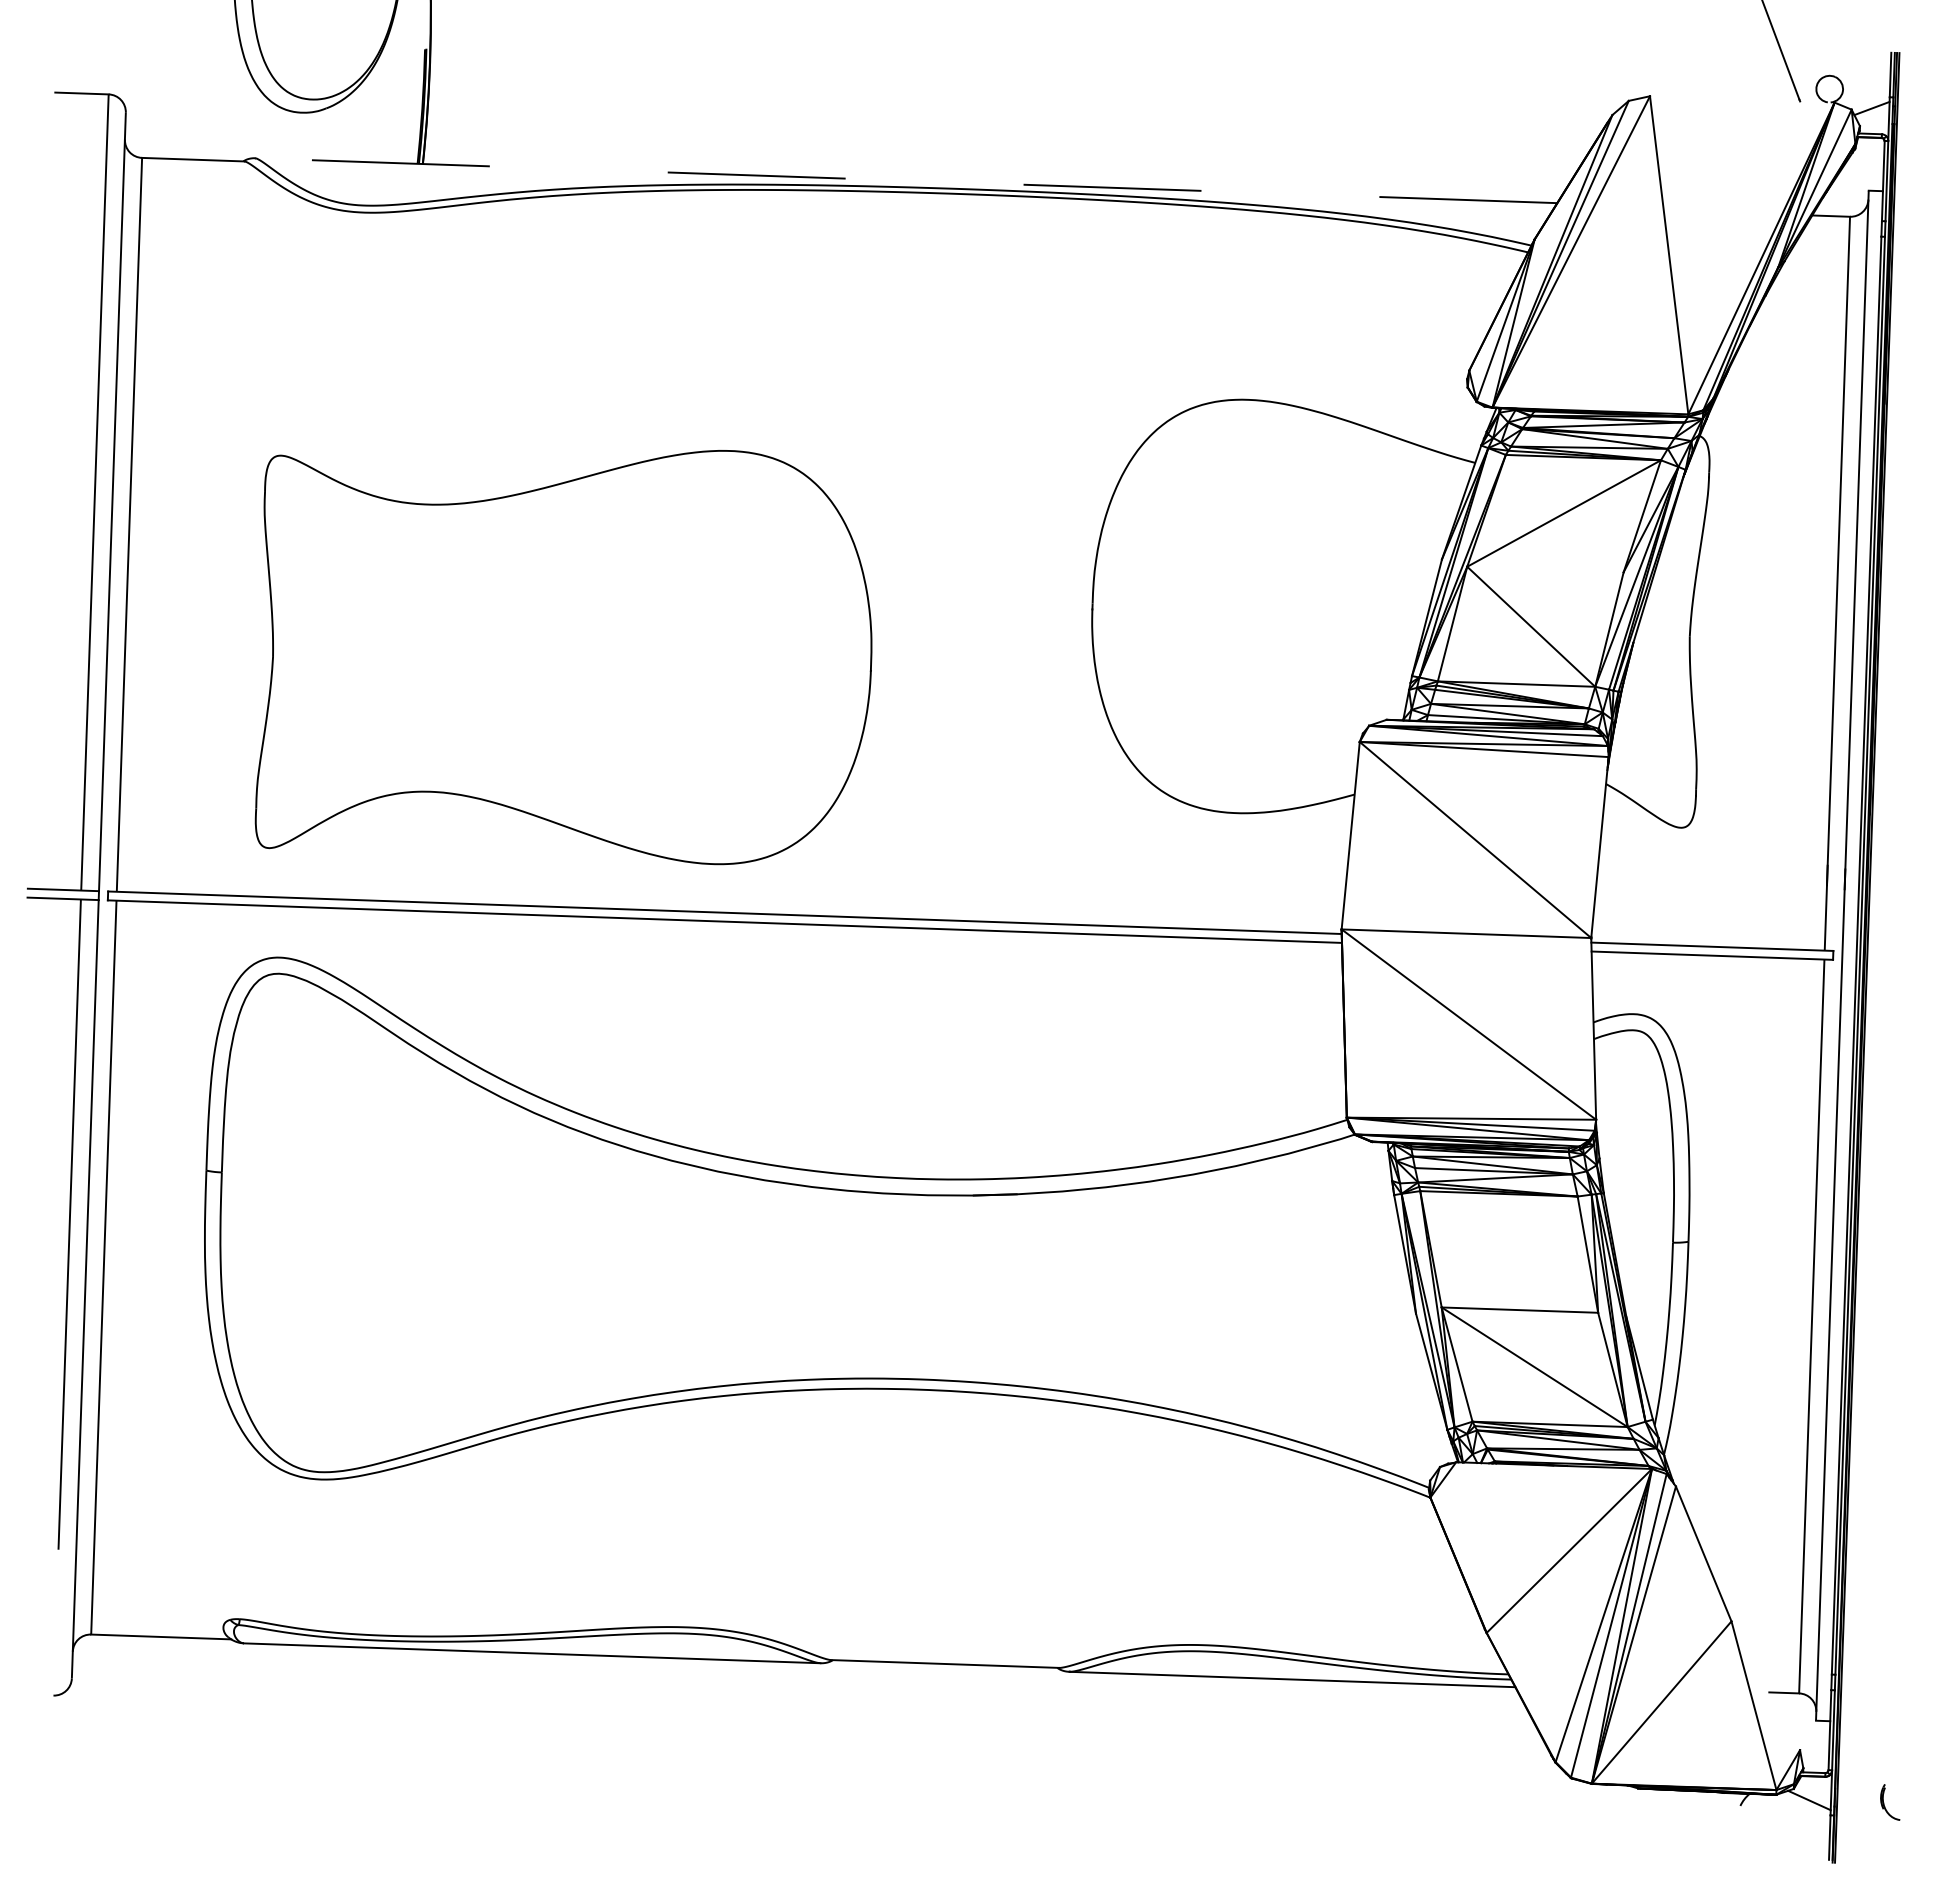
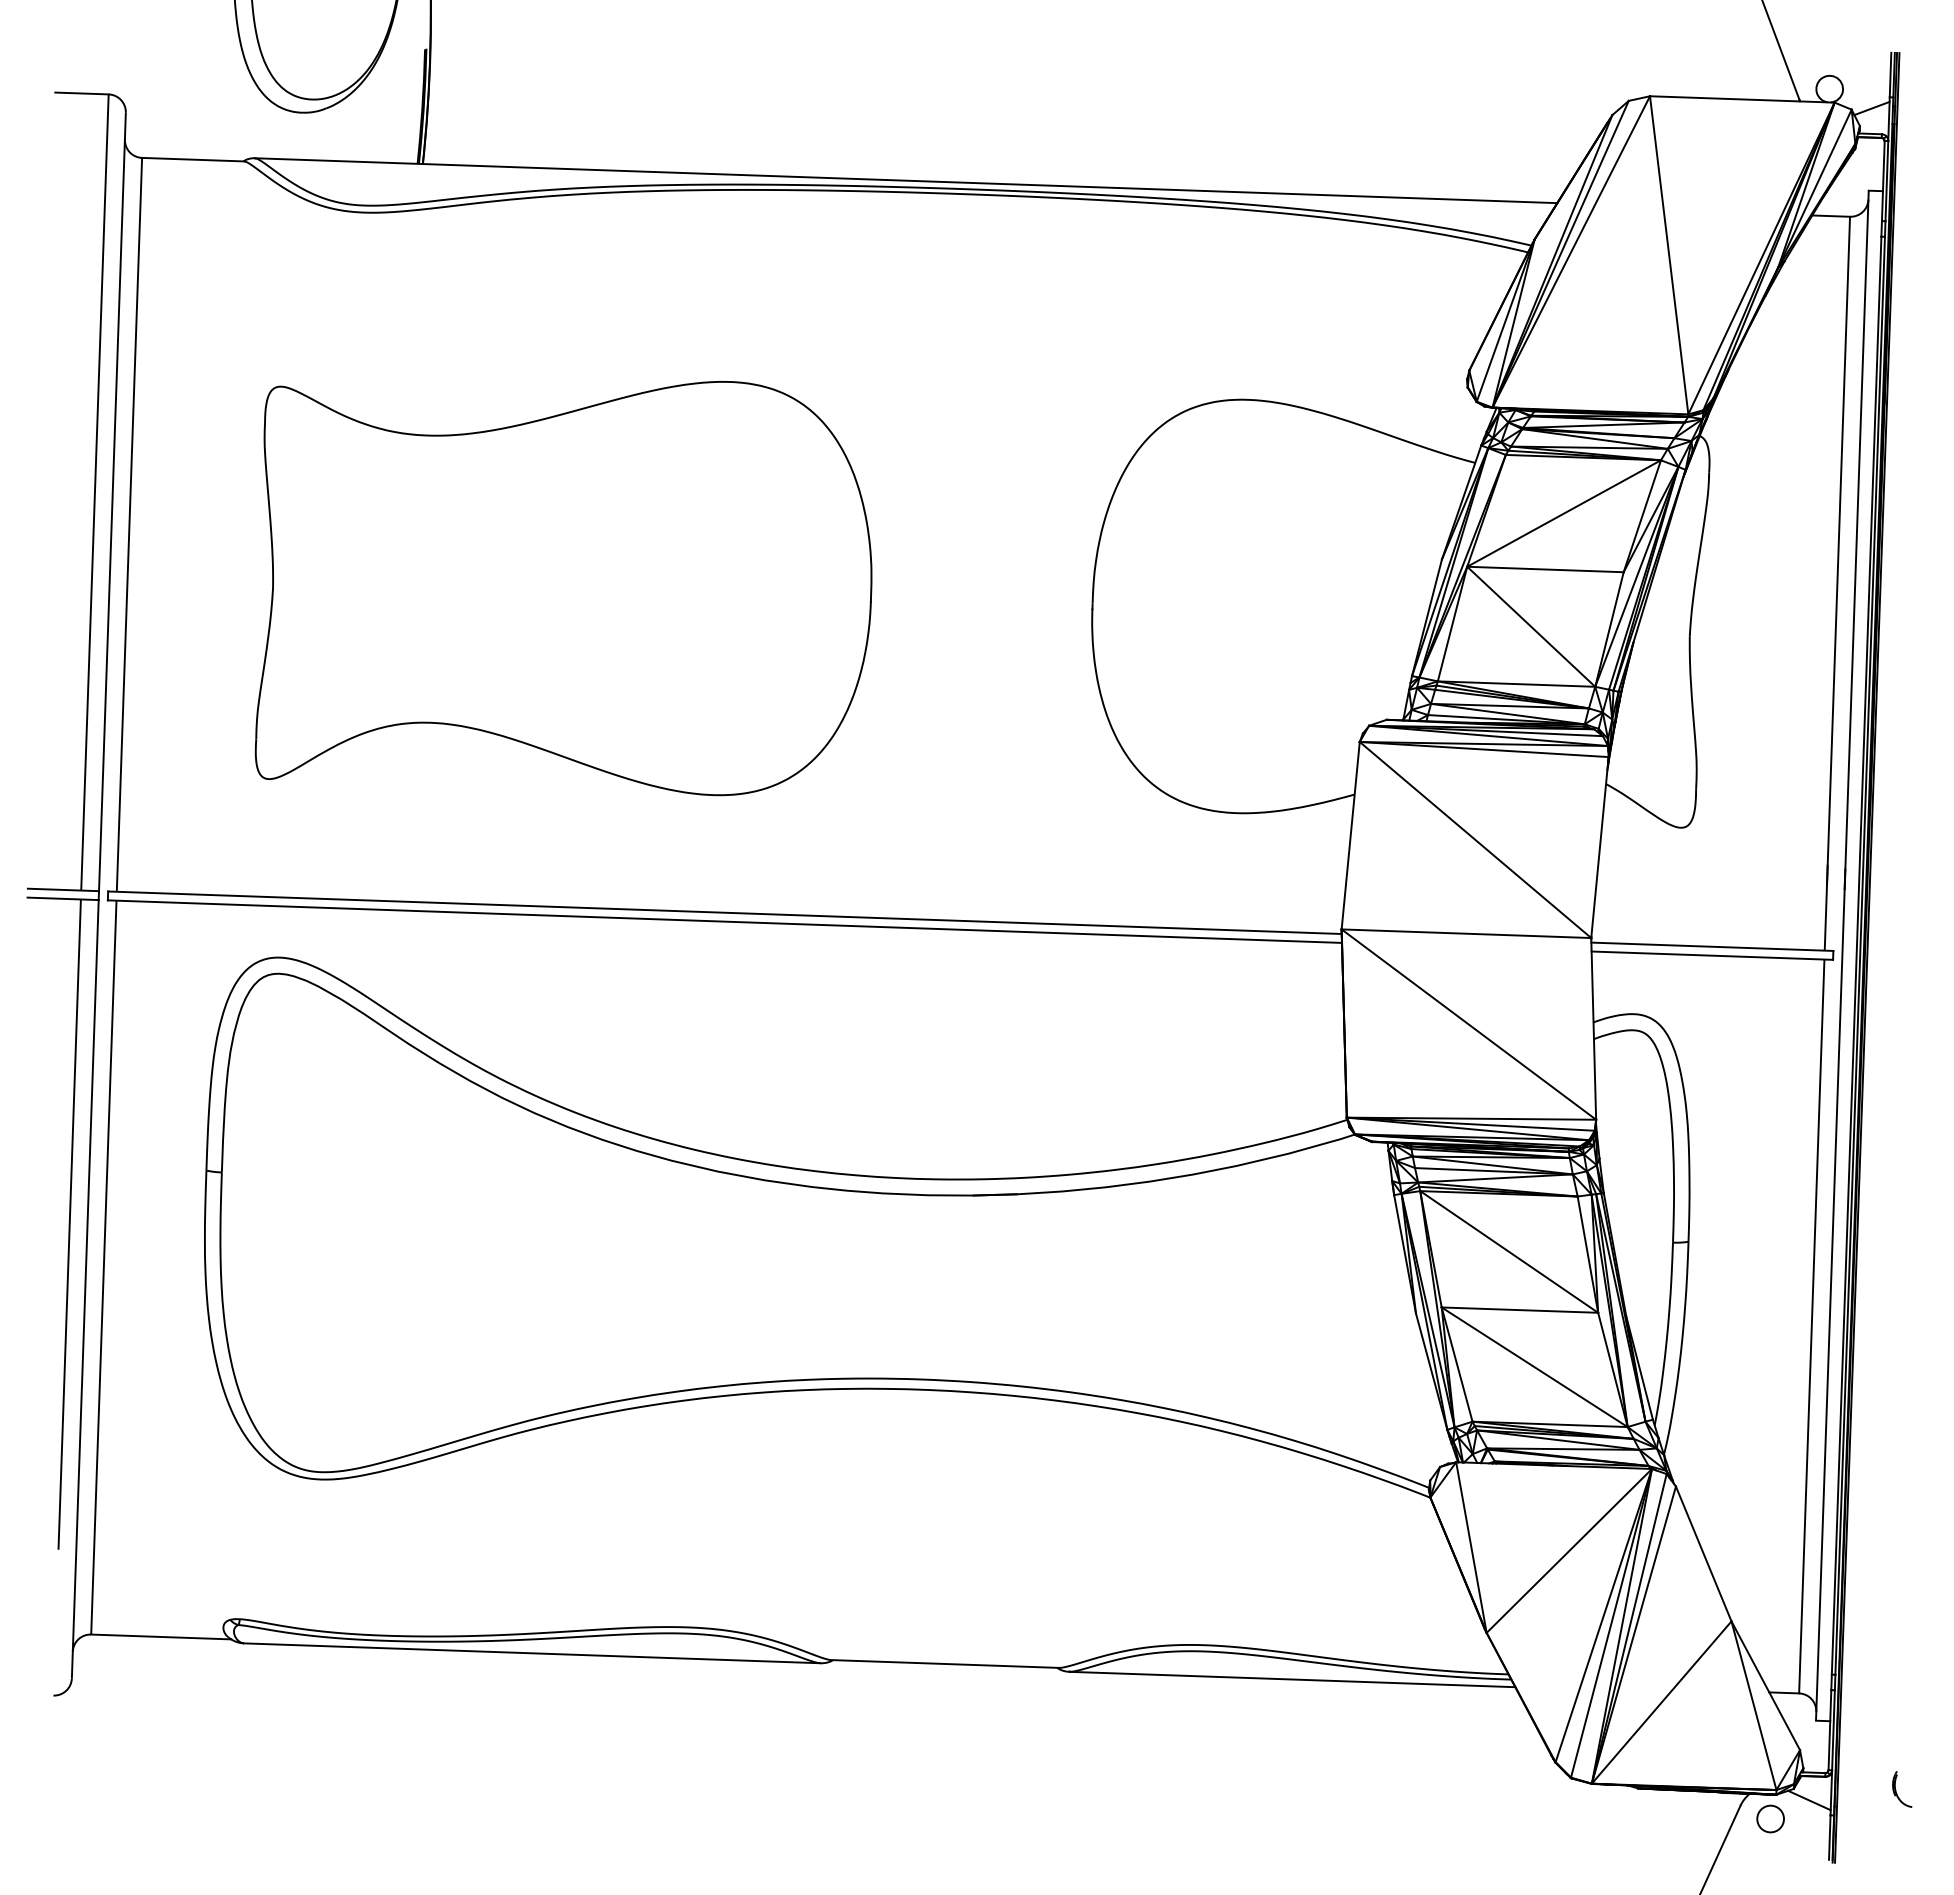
line at (1742, 99): none -> present
line at (906, 180): dashed -> solid
line at (1545, 569): none -> present
part at (563, 657) position: (563, 657) -> (563, 588)
line at (1509, 1251): none -> present
line at (1471, 1547): none -> present
line at (1765, 1685): none -> present
part at (1890, 1802) position: (1890, 1802) -> (1902, 1789)
circle at (1770, 1818): none -> present
line at (1720, 1848): none -> present
